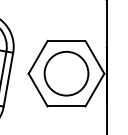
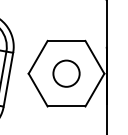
circle at (66, 73) diameter: 44 px -> 26 px
